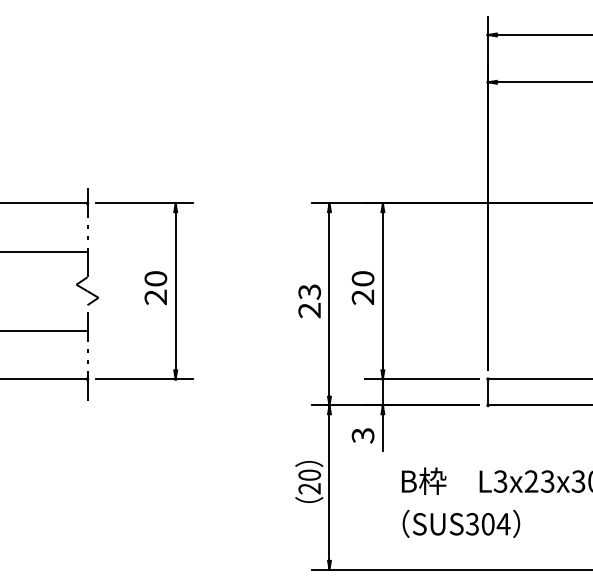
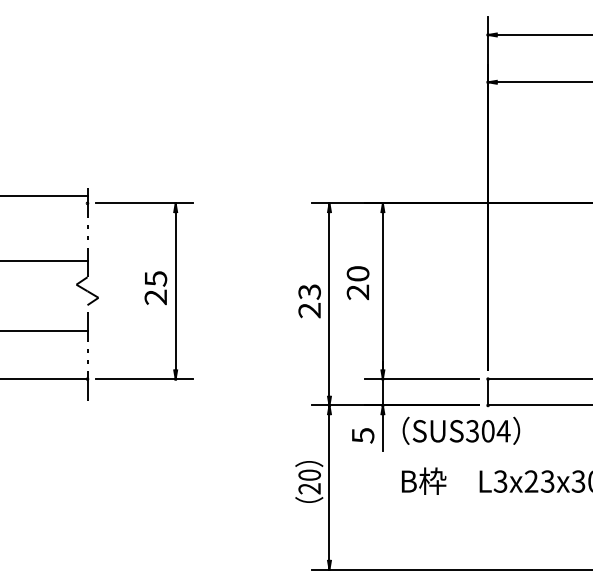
line at (44, 203) position: (44, 203) -> (44, 196)
line at (44, 251) position: (44, 251) -> (44, 260)
text at (155, 278): 20 -> 25
text at (362, 288) position: (362, 288) -> (357, 283)
text at (362, 435): 3 -> 5
text at (461, 523) position: (461, 523) -> (461, 430)
